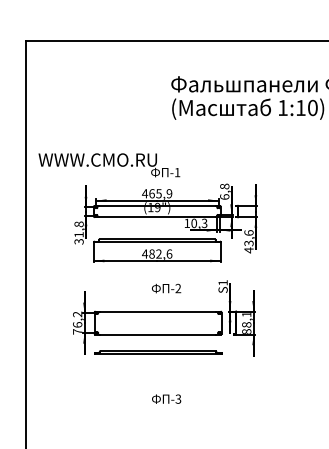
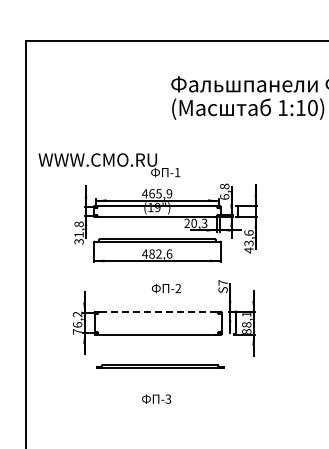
text at (187, 222): 10,3 -> 20,3
text at (222, 282): S1 -> S7
line at (158, 311): solid -> dashed
line at (158, 351) position: (158, 351) -> (160, 365)
text at (166, 398) position: (166, 398) -> (156, 398)
